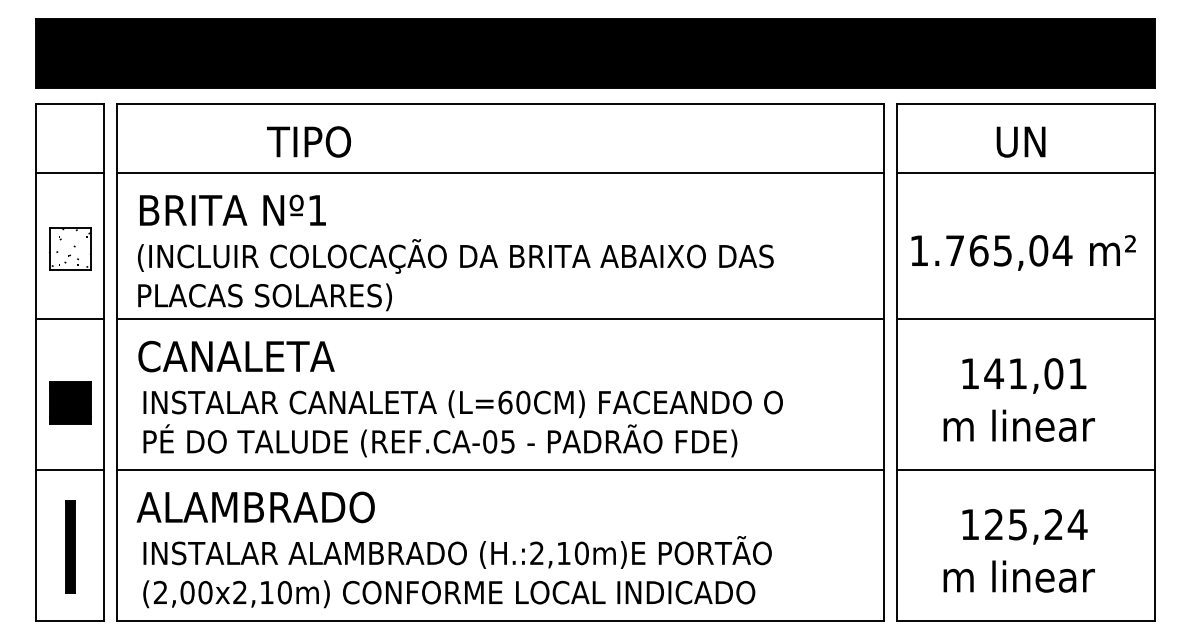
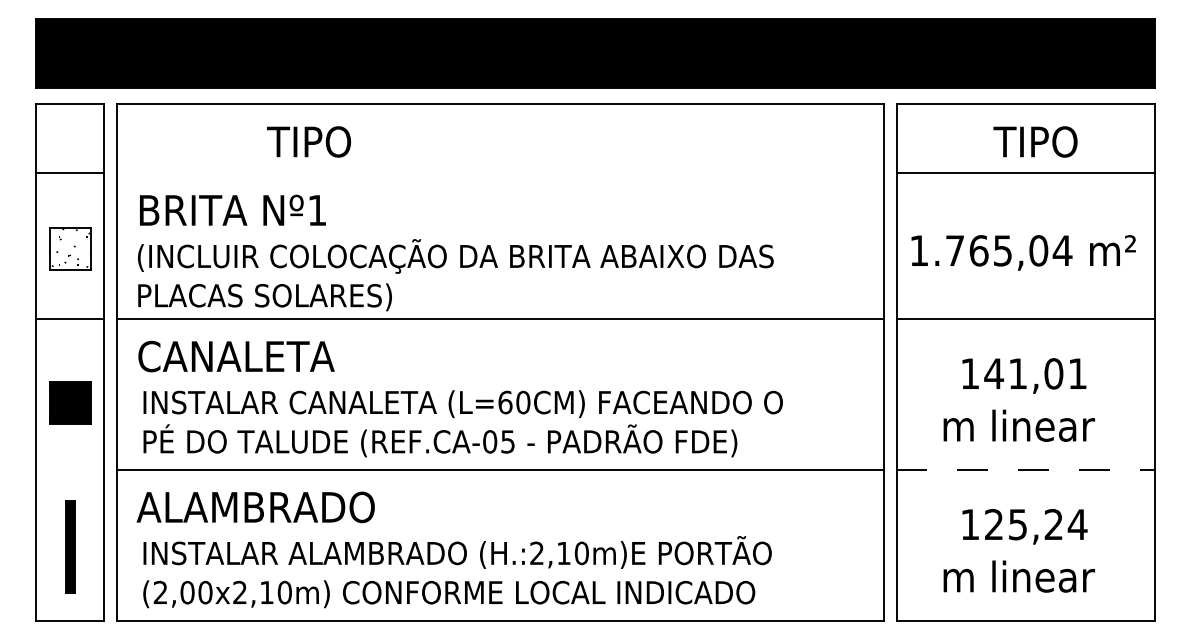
text at (1035, 141): UN -> TIPO
line at (500, 173): present -> none
line at (69, 469): present -> none
line at (1026, 469): solid -> dashed
